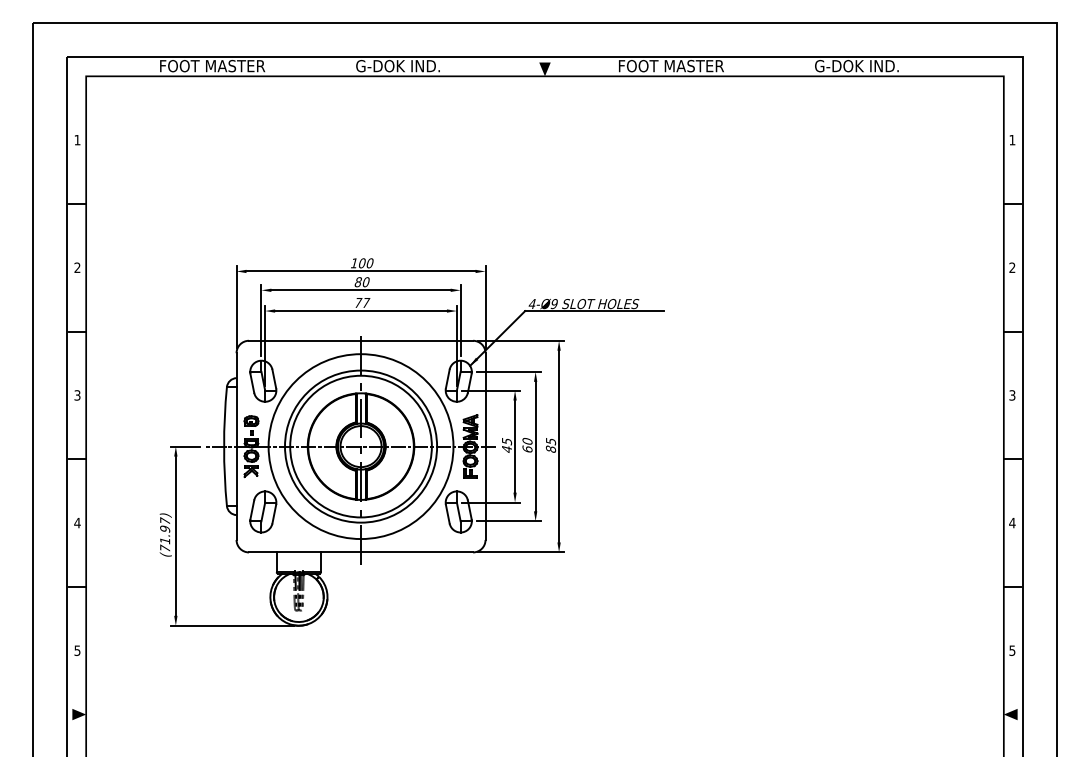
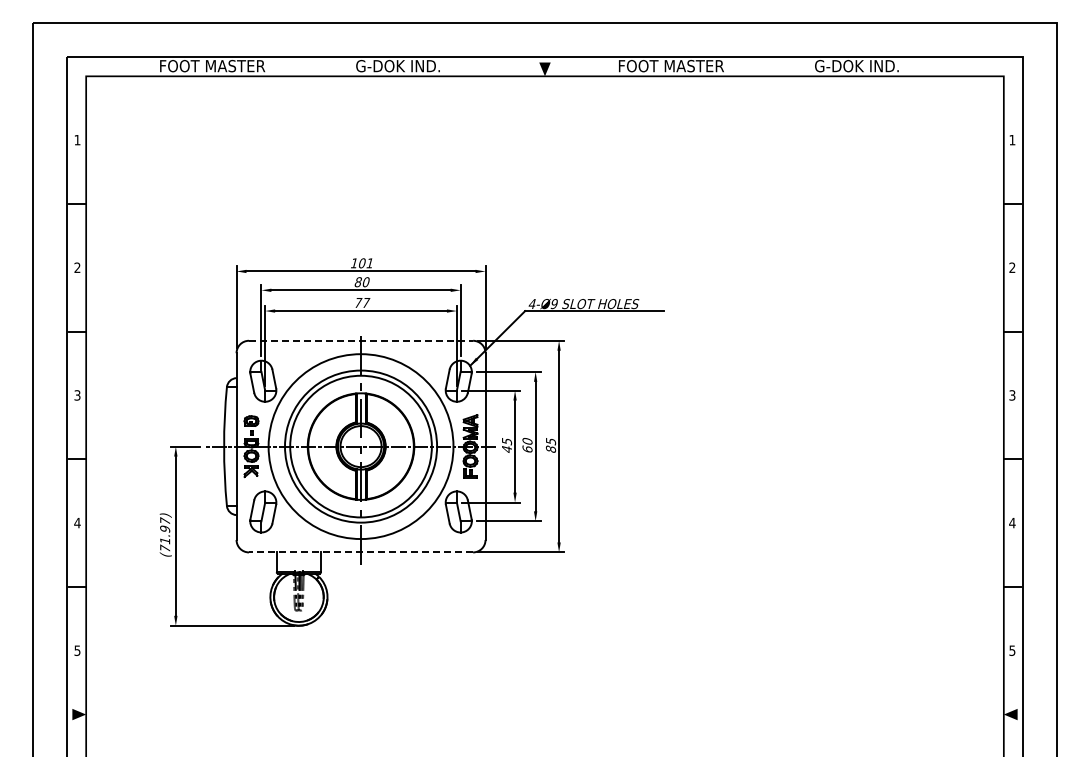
text at (369, 263): 100 -> 101
line at (361, 340): solid -> dashed
line at (360, 552): solid -> dashed
